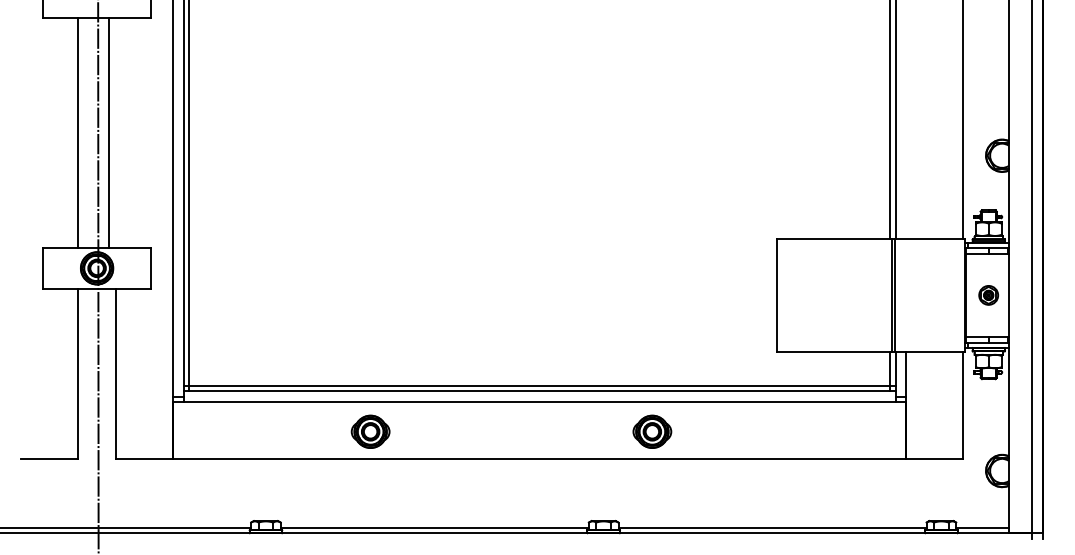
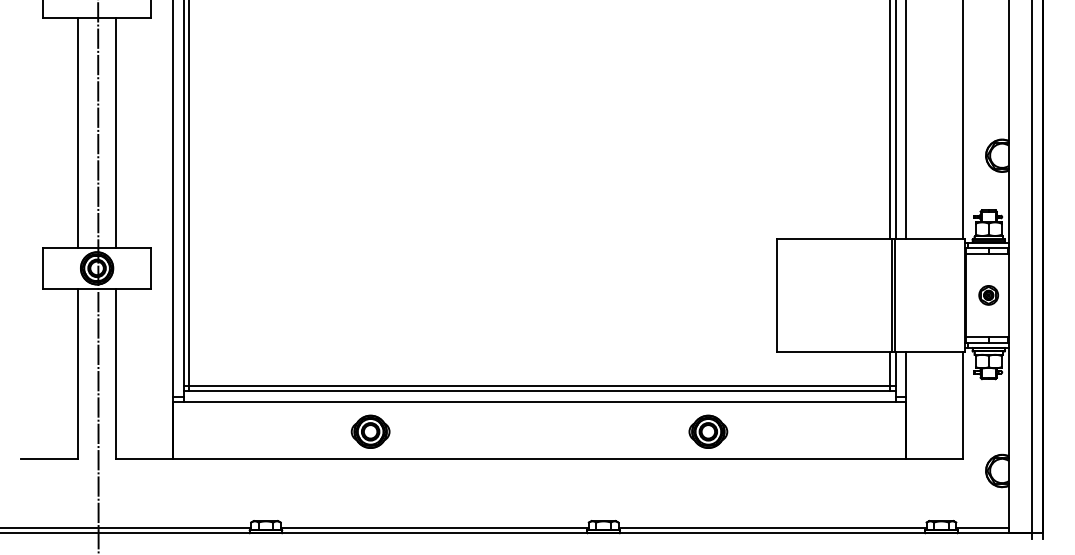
line at (906, 120): none -> present
line at (109, 133) position: (109, 133) -> (116, 133)
part at (652, 431) position: (652, 431) -> (708, 431)
